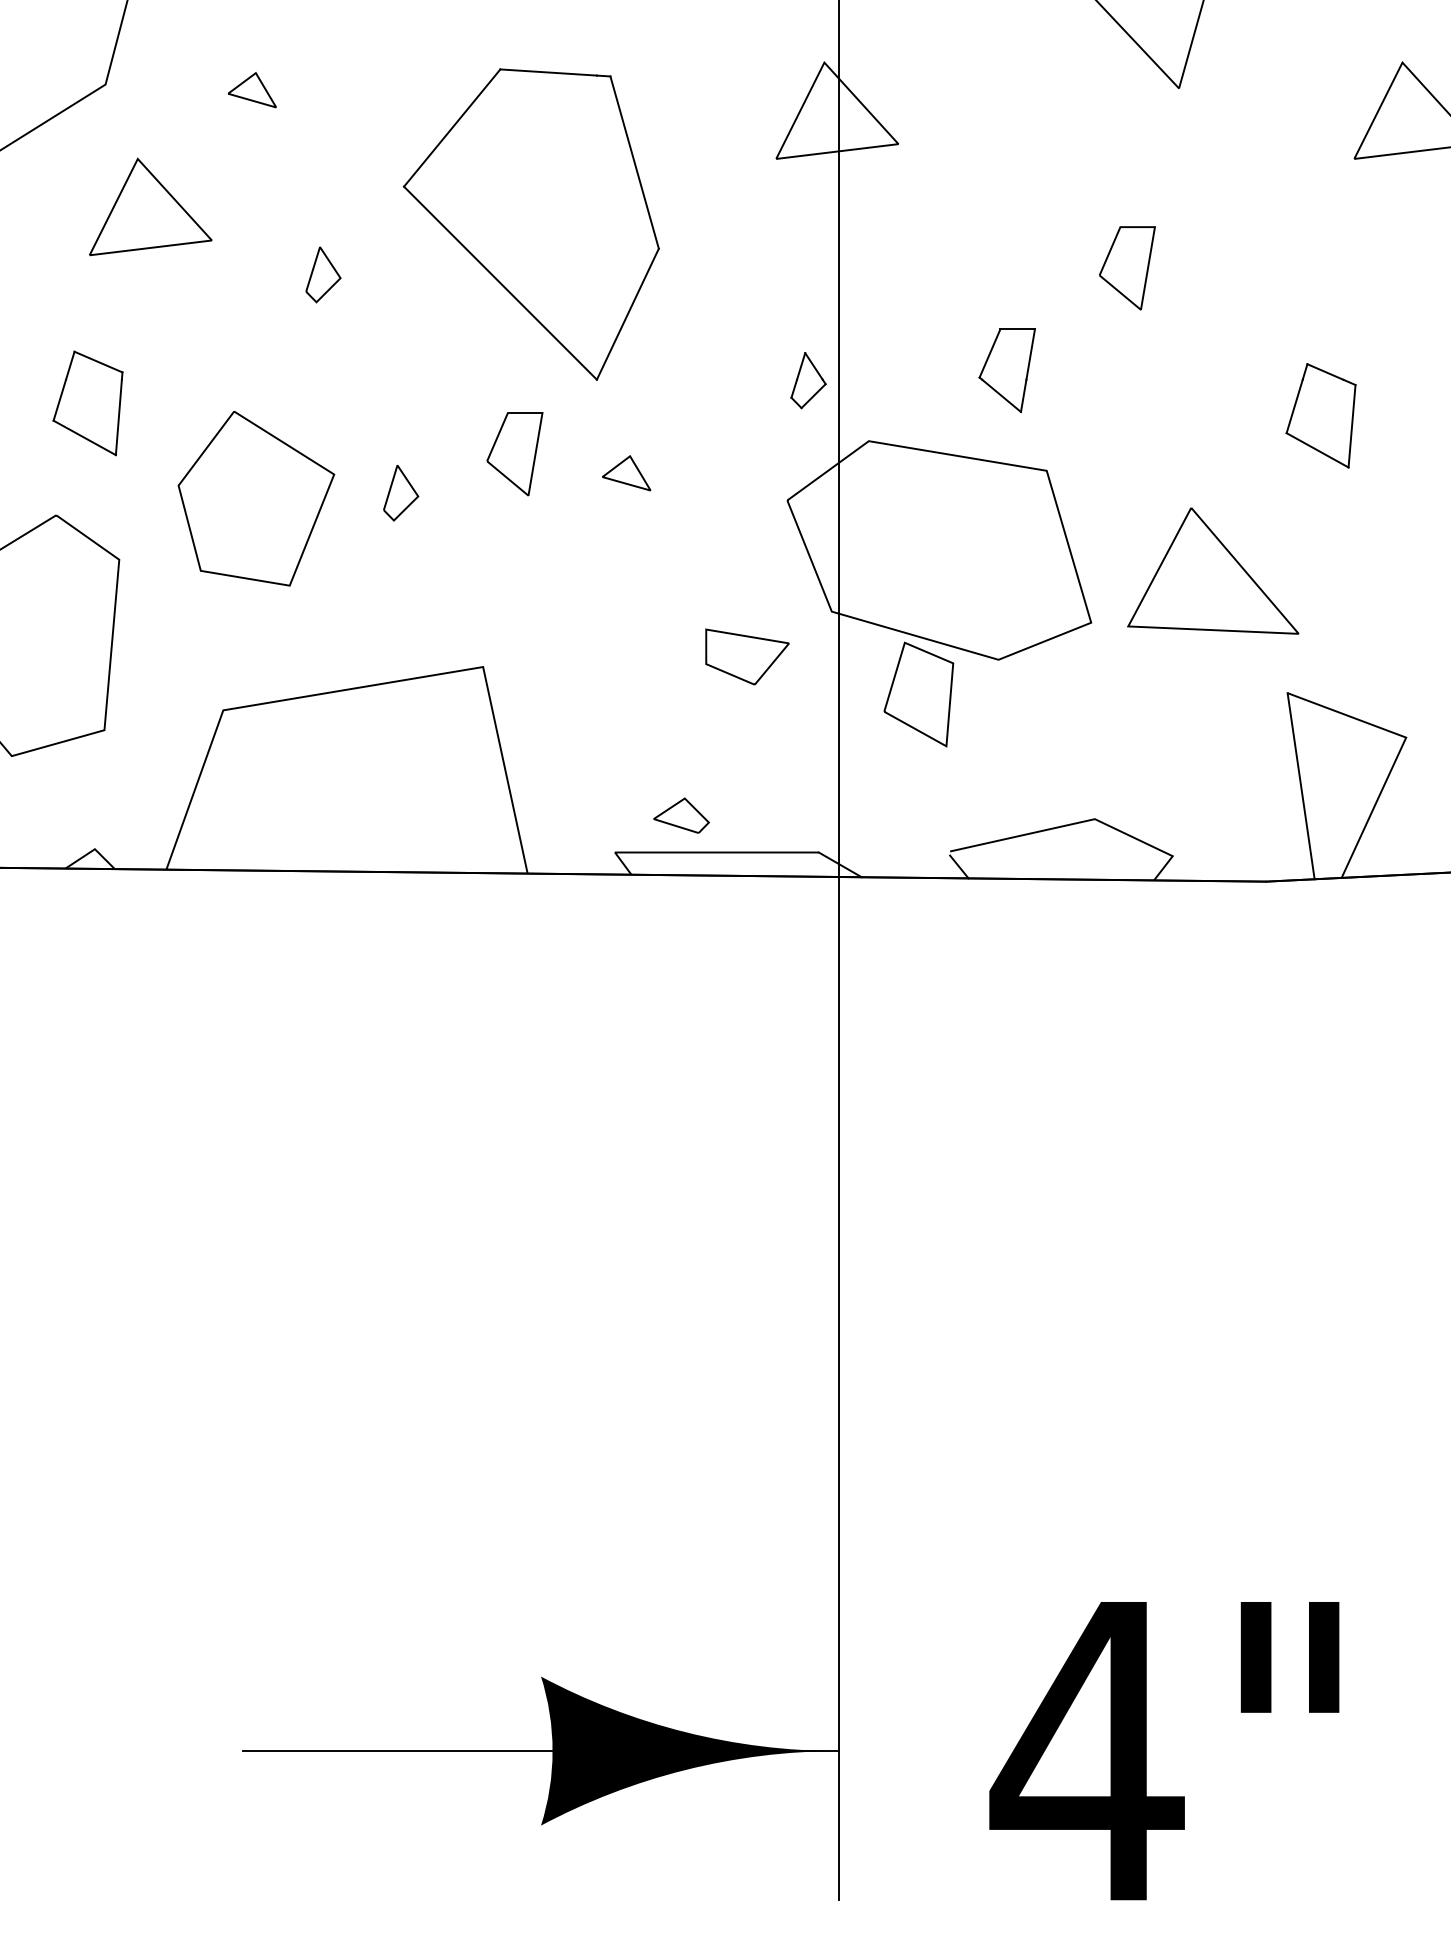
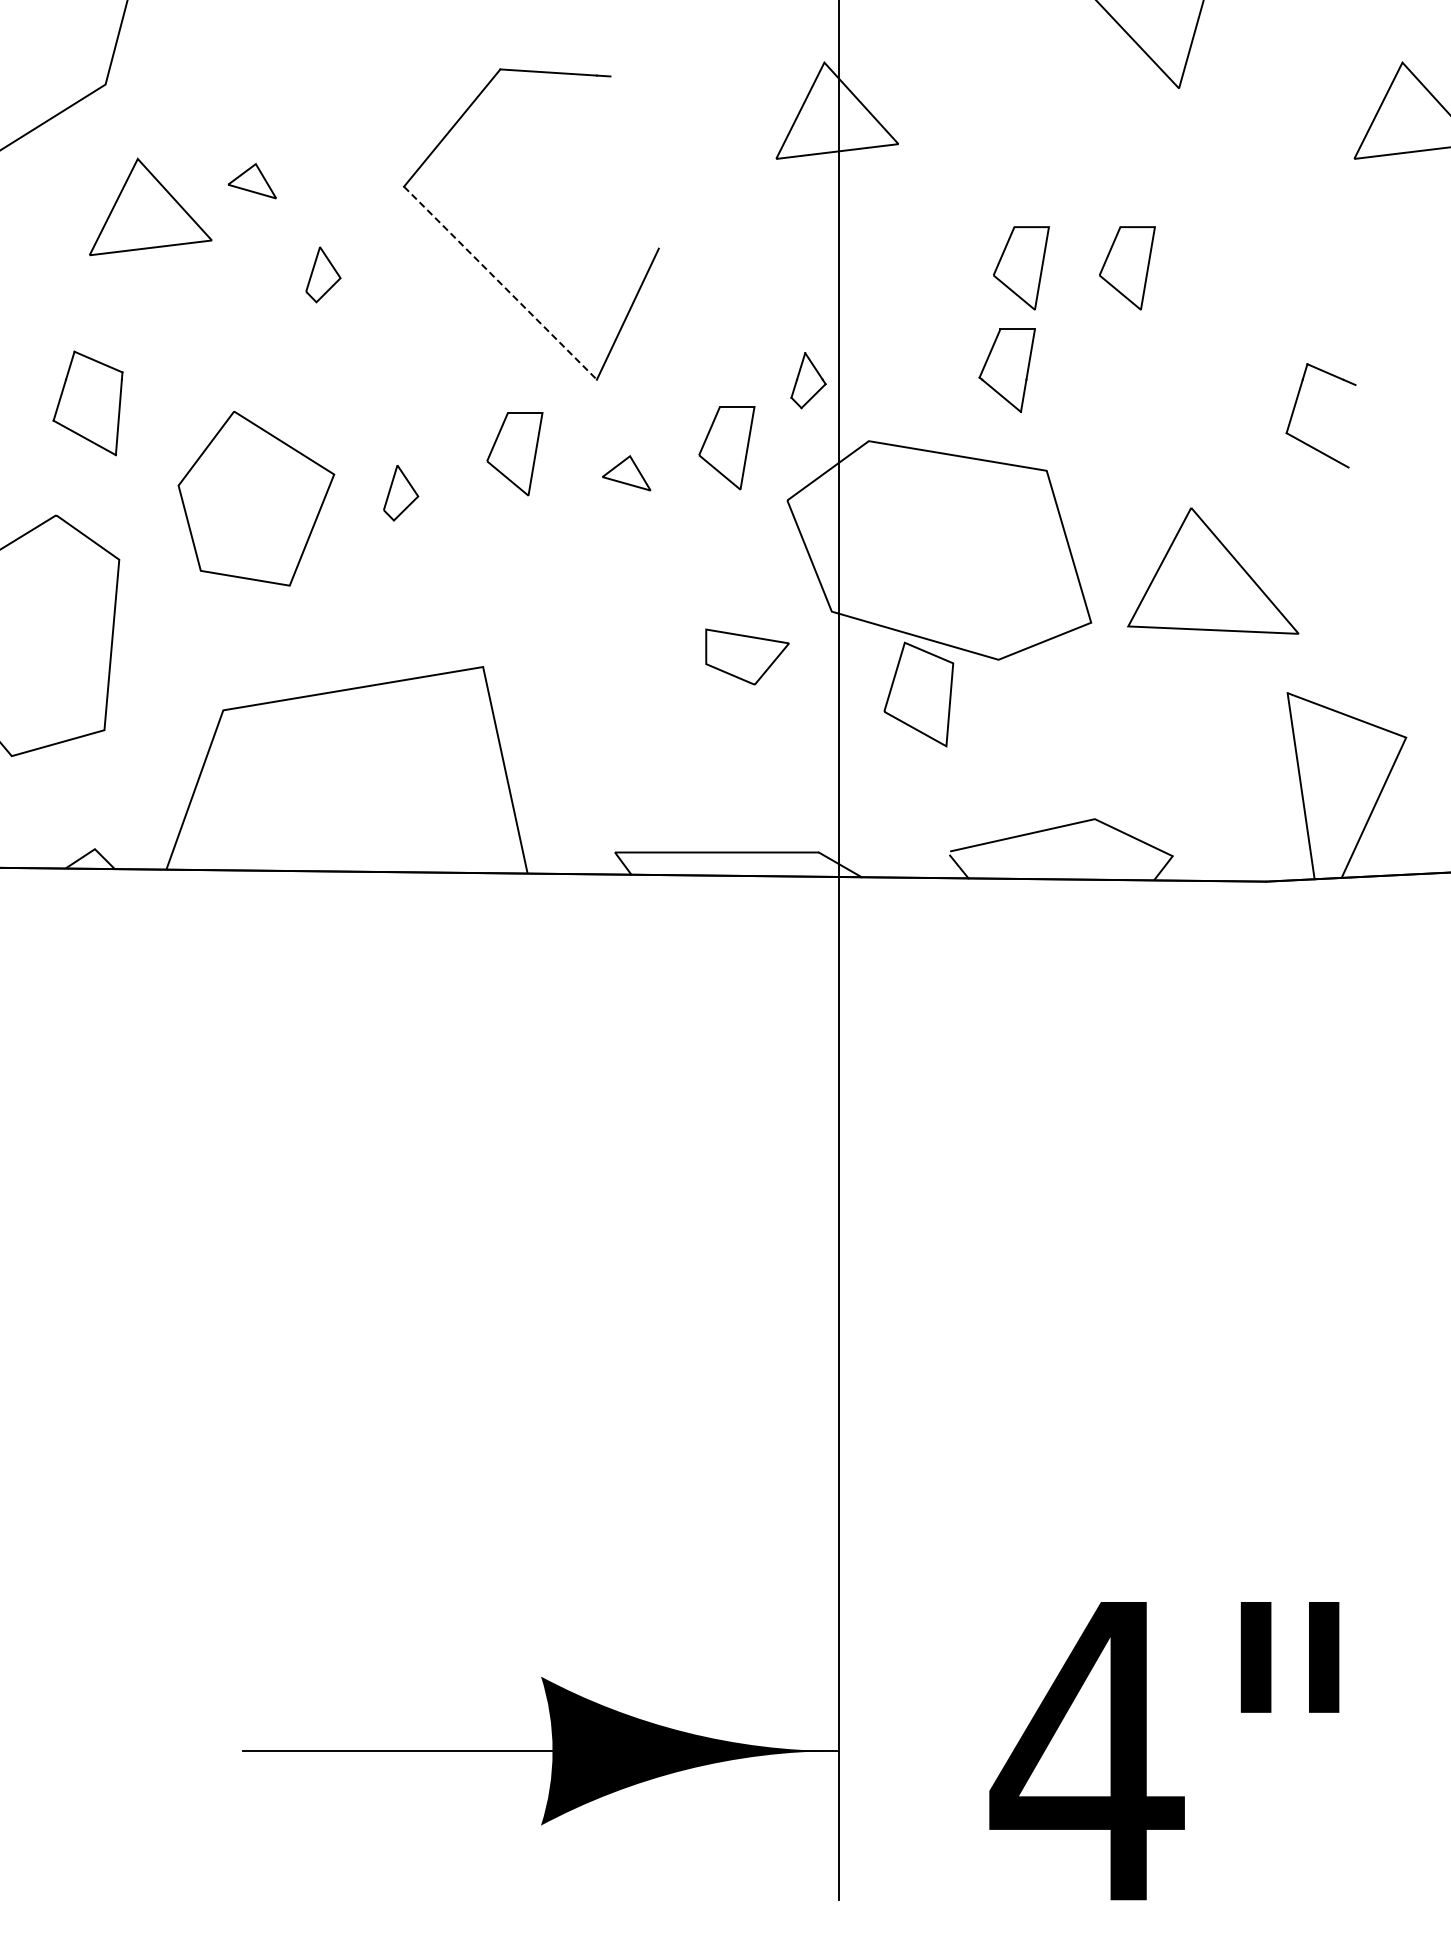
part at (252, 90) position: (252, 90) -> (252, 181)
line at (634, 162): present -> none
part at (1021, 268): none -> present
line at (500, 283): solid -> dashed
line at (1351, 426): present -> none
part at (726, 448): none -> present
part at (681, 815): present -> none
